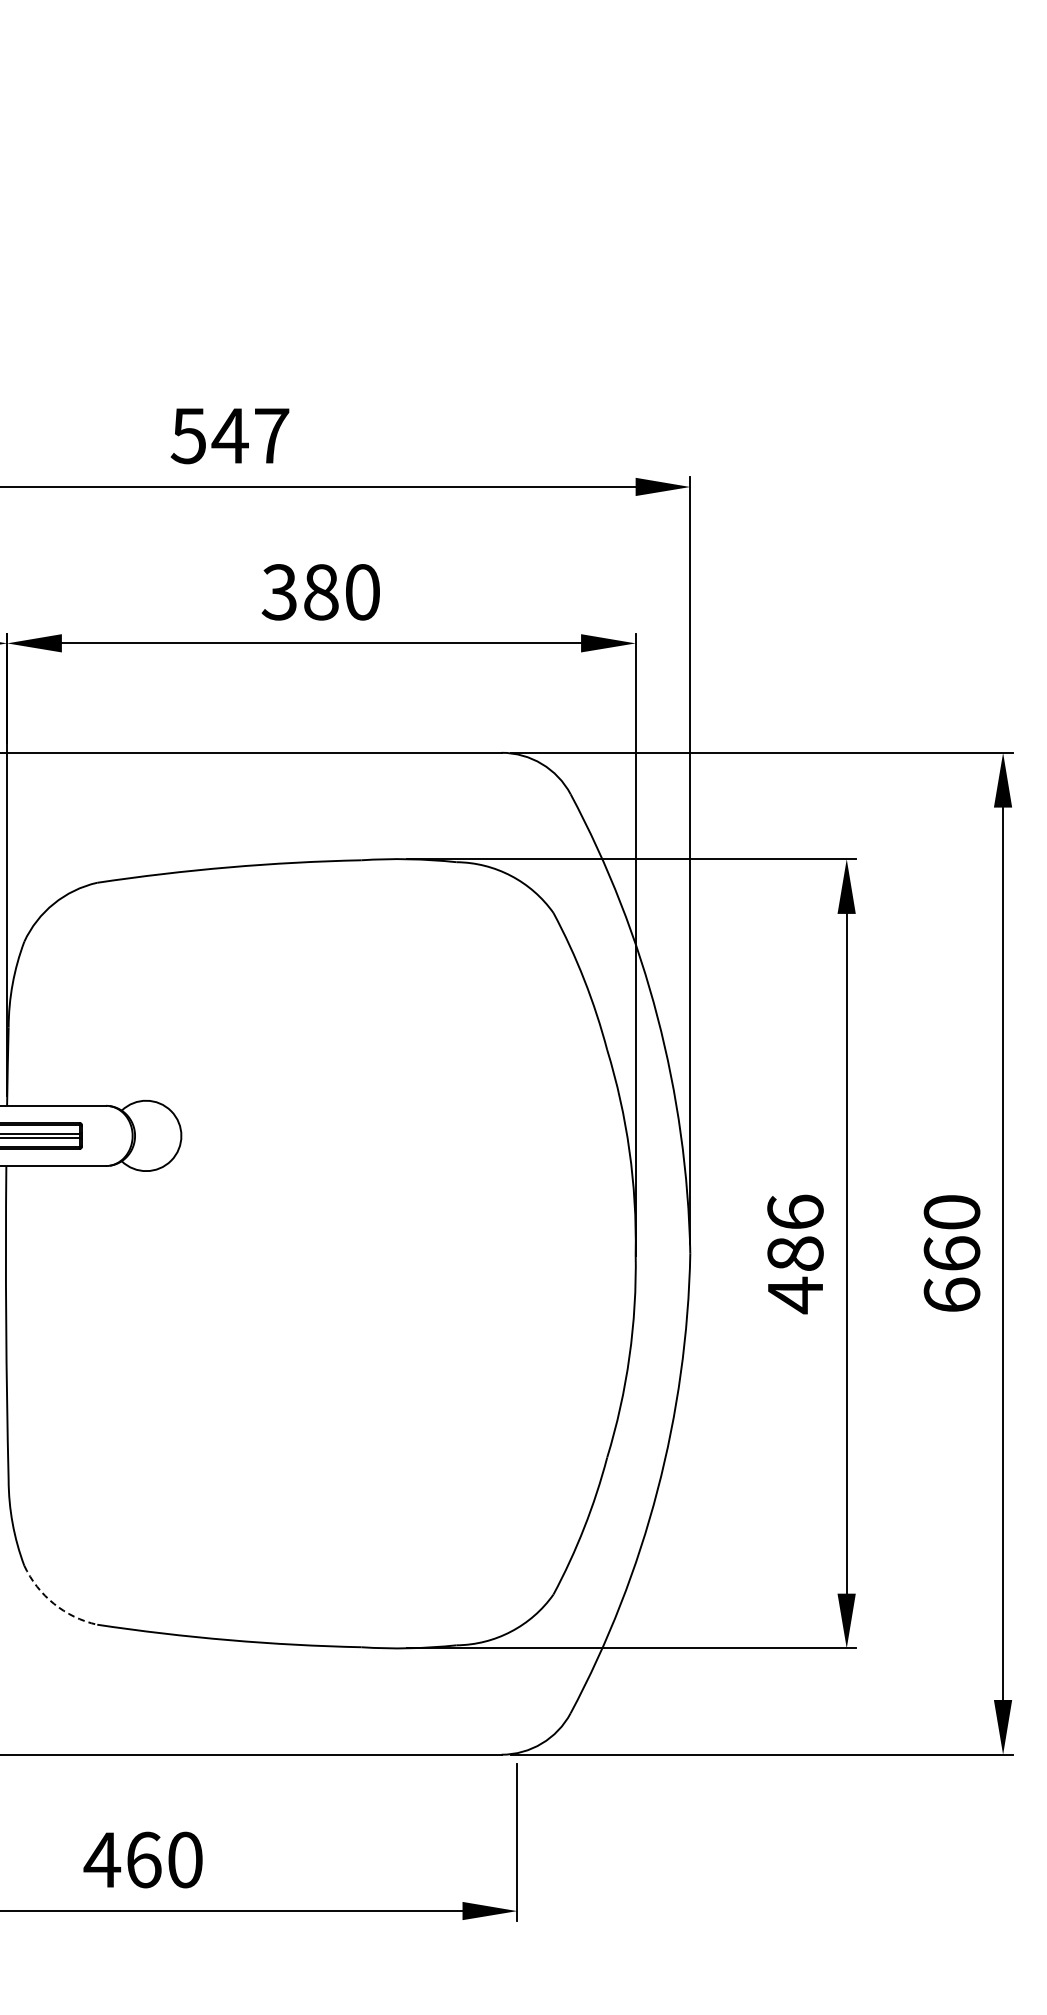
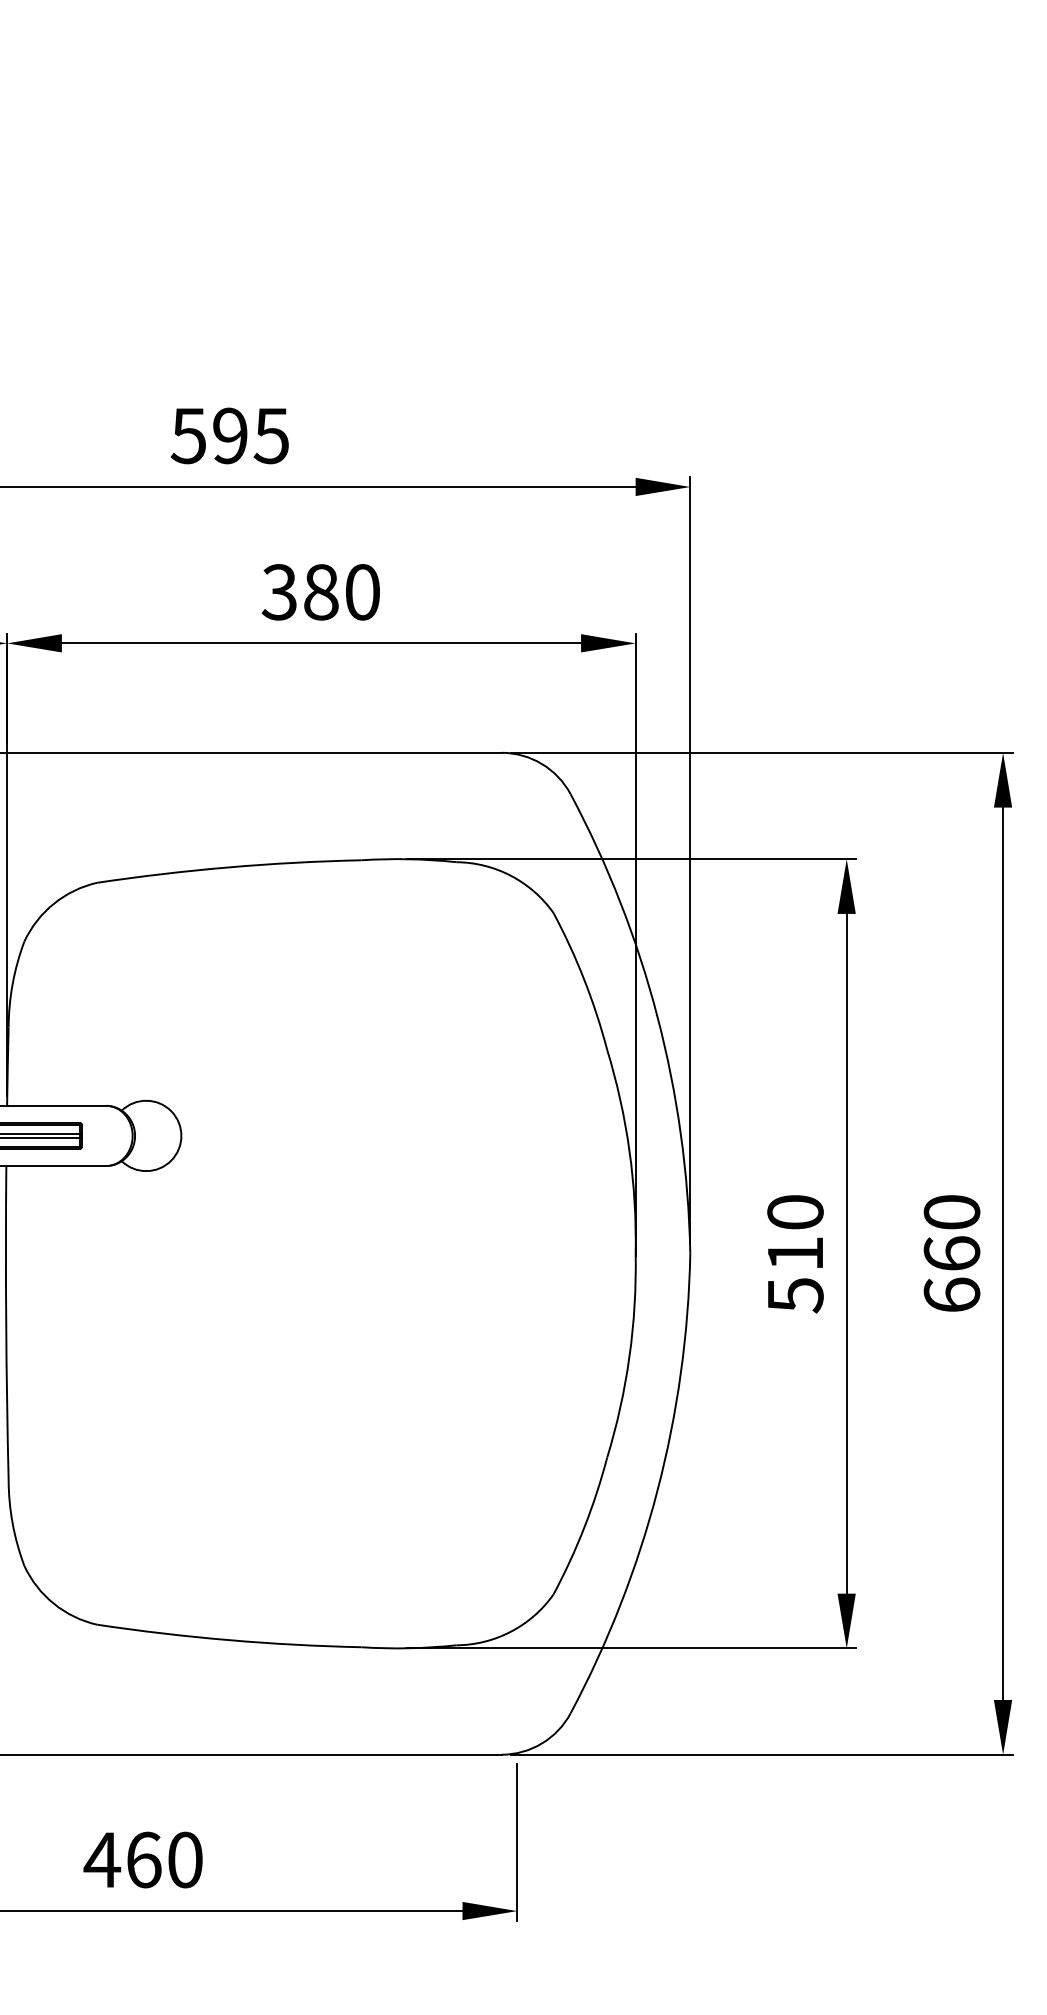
text at (250, 435): 547 -> 595
text at (795, 1254): 486 -> 510
arc at (53, 1603): dashed -> solid
